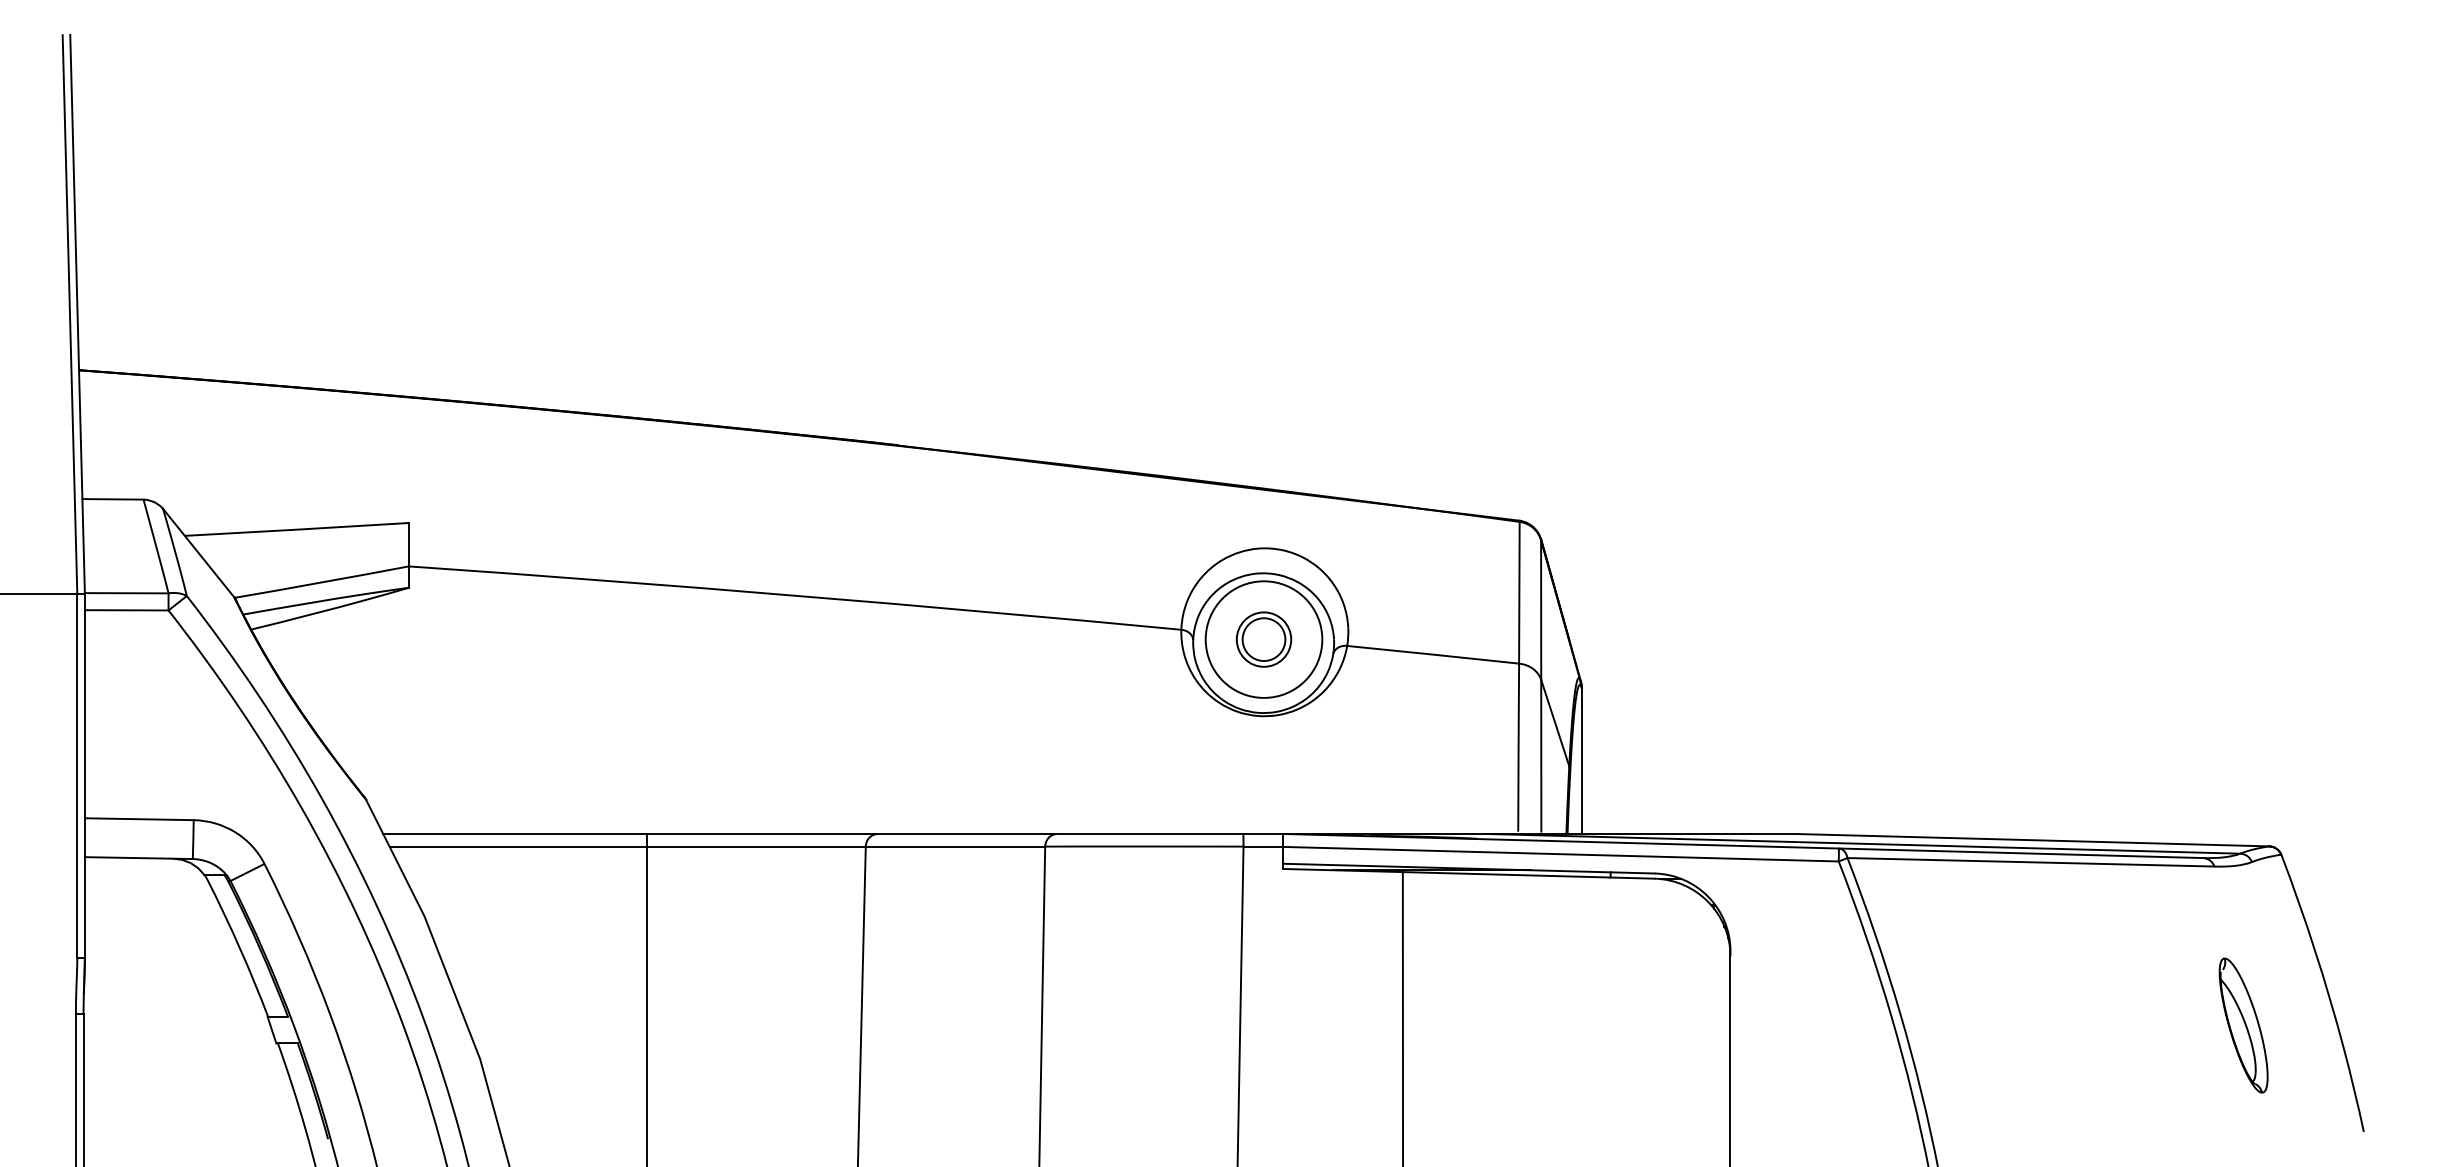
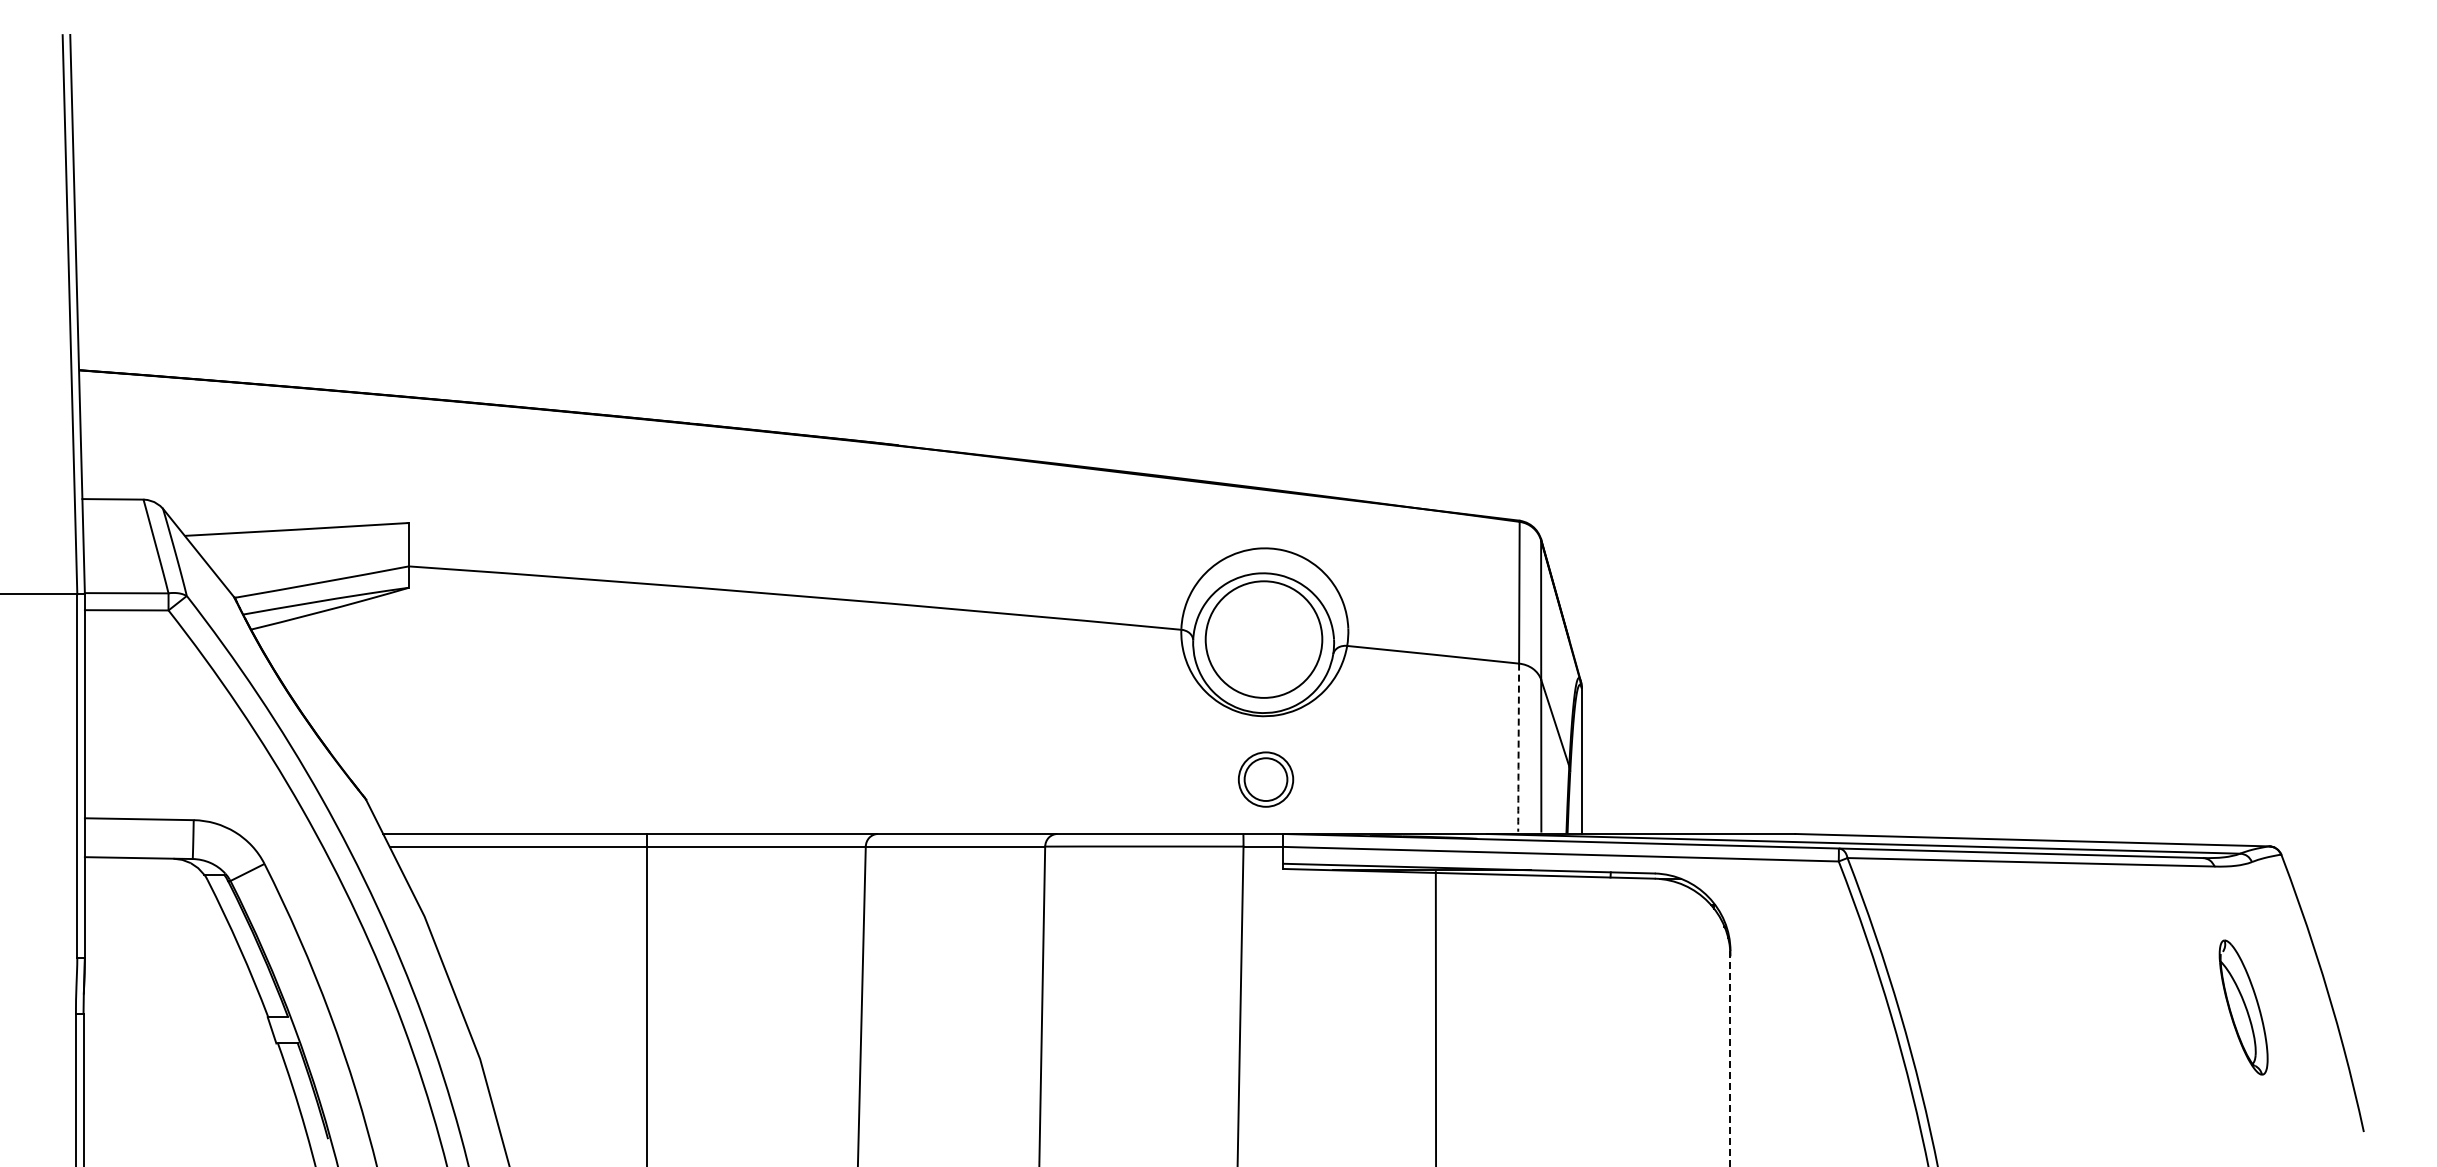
part at (1263, 639) position: (1263, 639) -> (1265, 779)
arc at (1518, 747): solid -> dashed
line at (1402, 1017) position: (1402, 1017) -> (1435, 1017)
part at (2243, 1025) position: (2243, 1025) -> (2243, 1007)
line at (1730, 1059): solid -> dashed
